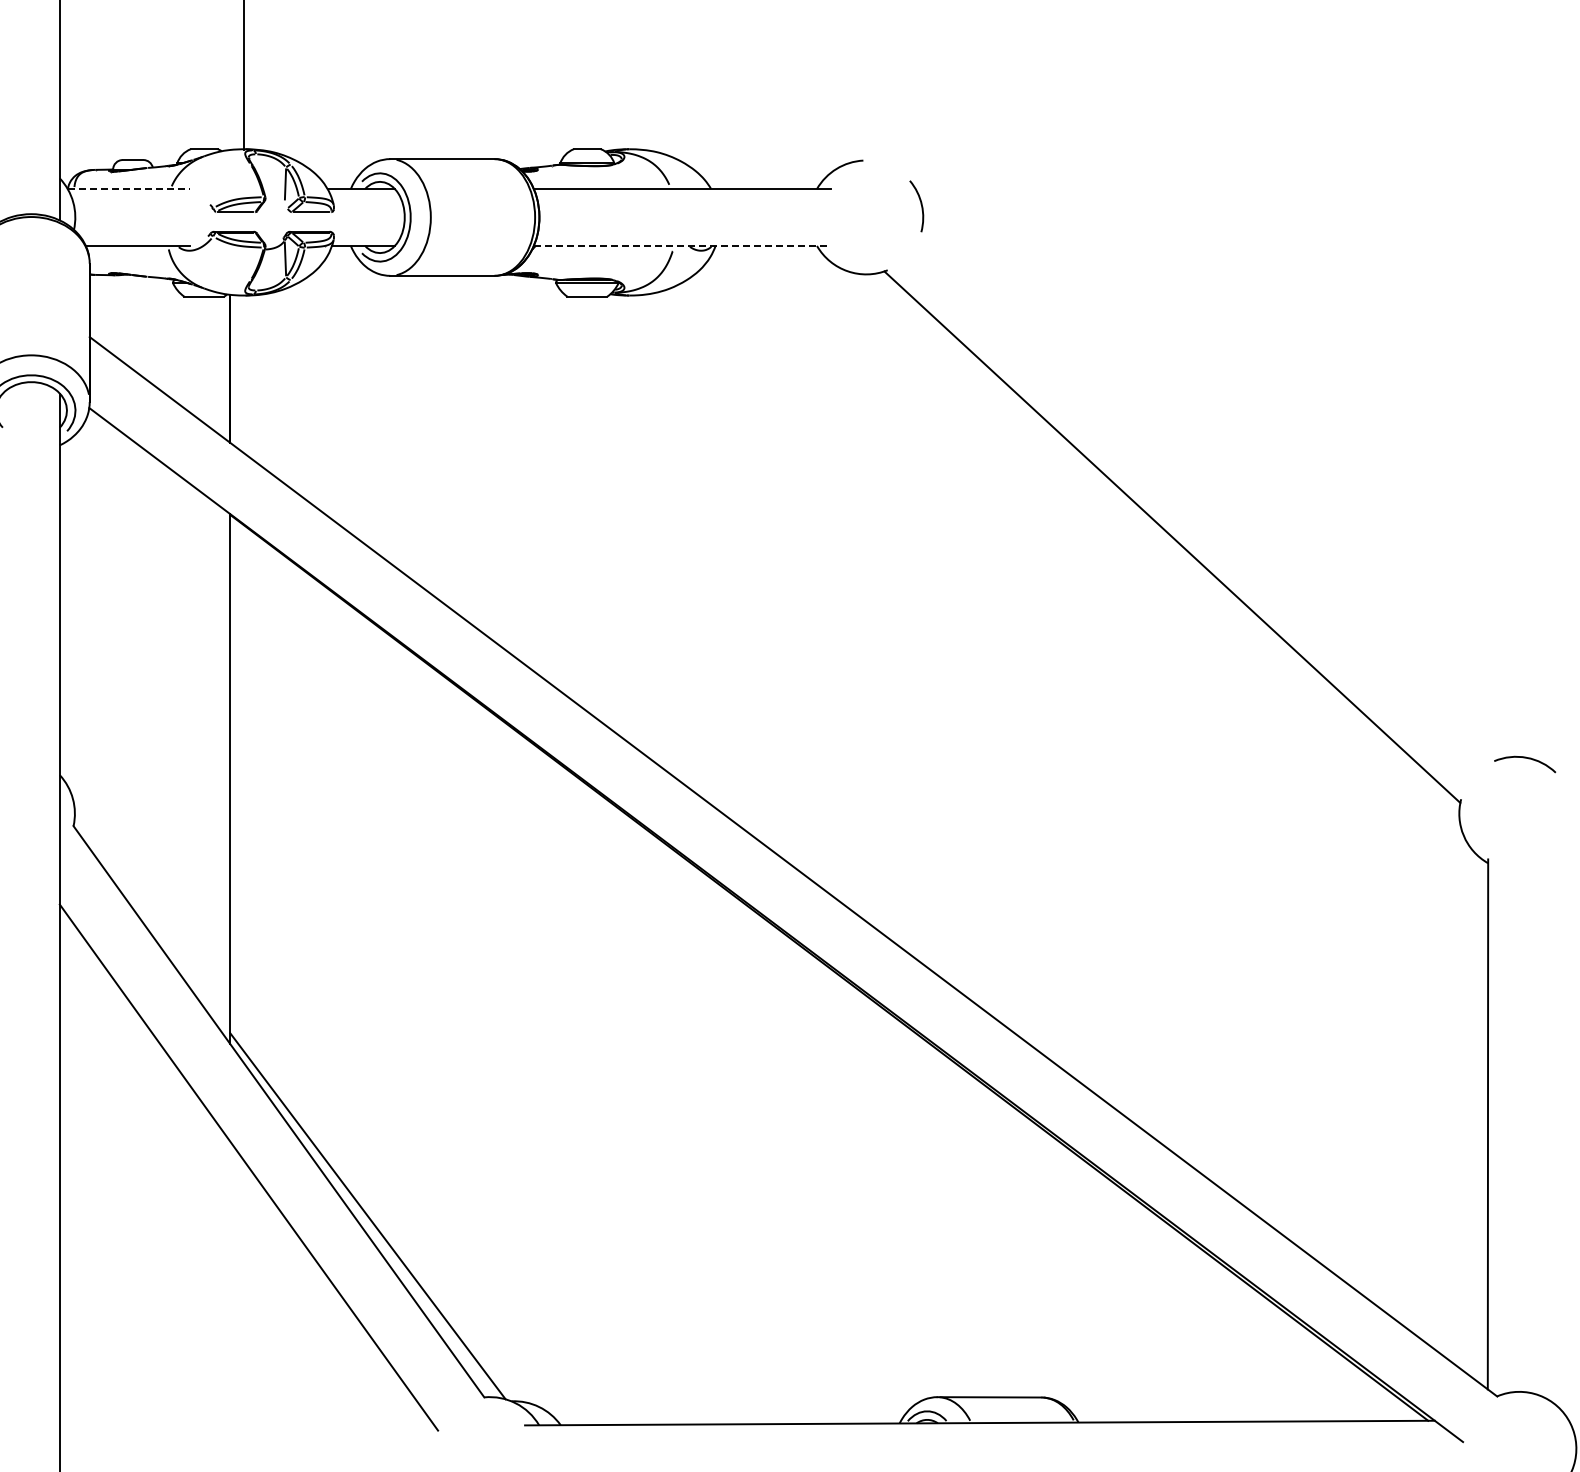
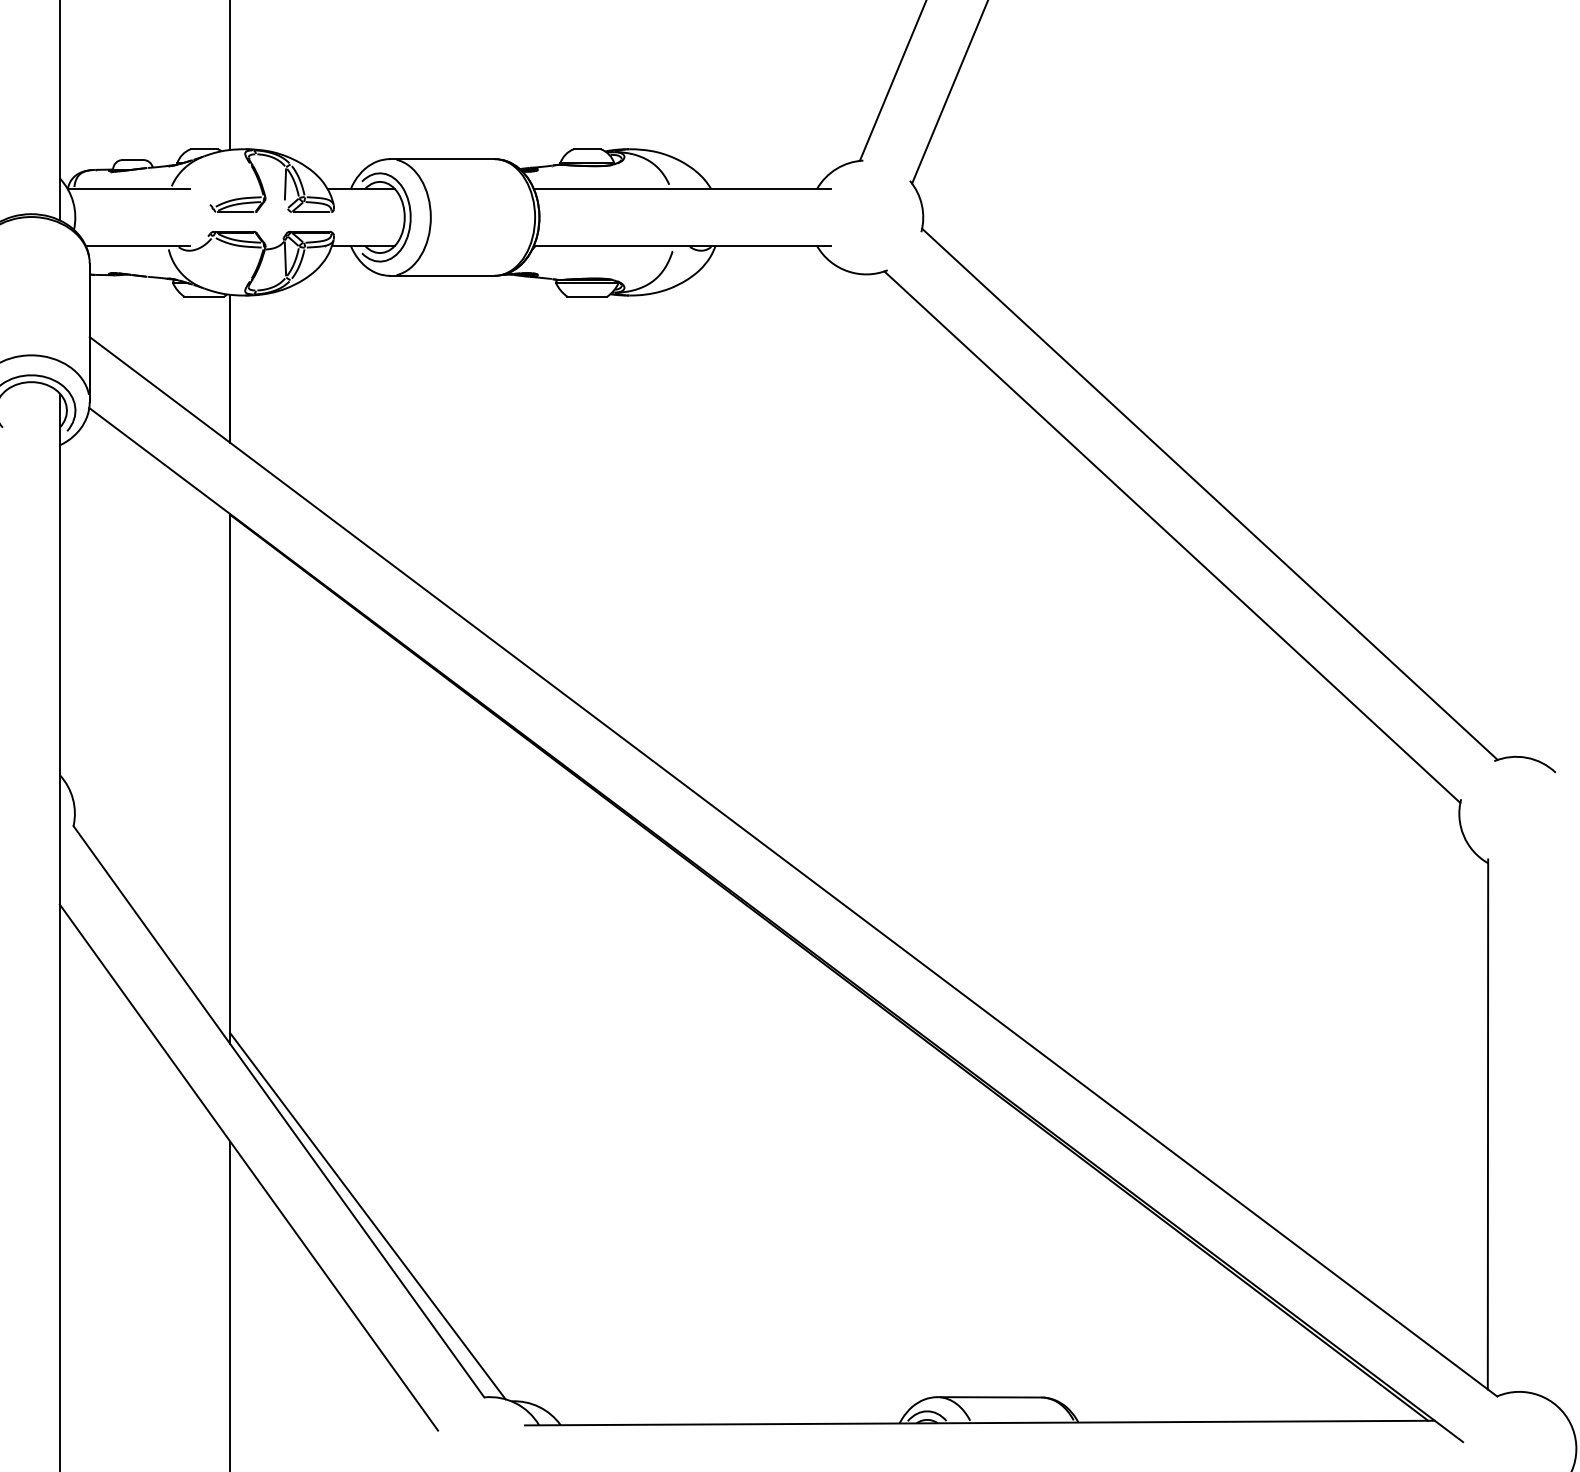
line at (244, 75) position: (244, 75) -> (230, 75)
line at (892, 81): none -> present
line at (949, 92): none -> present
line at (129, 189): dashed -> solid
line at (682, 245): dashed -> solid
line at (1209, 493): none -> present
line at (230, 1304): none -> present
